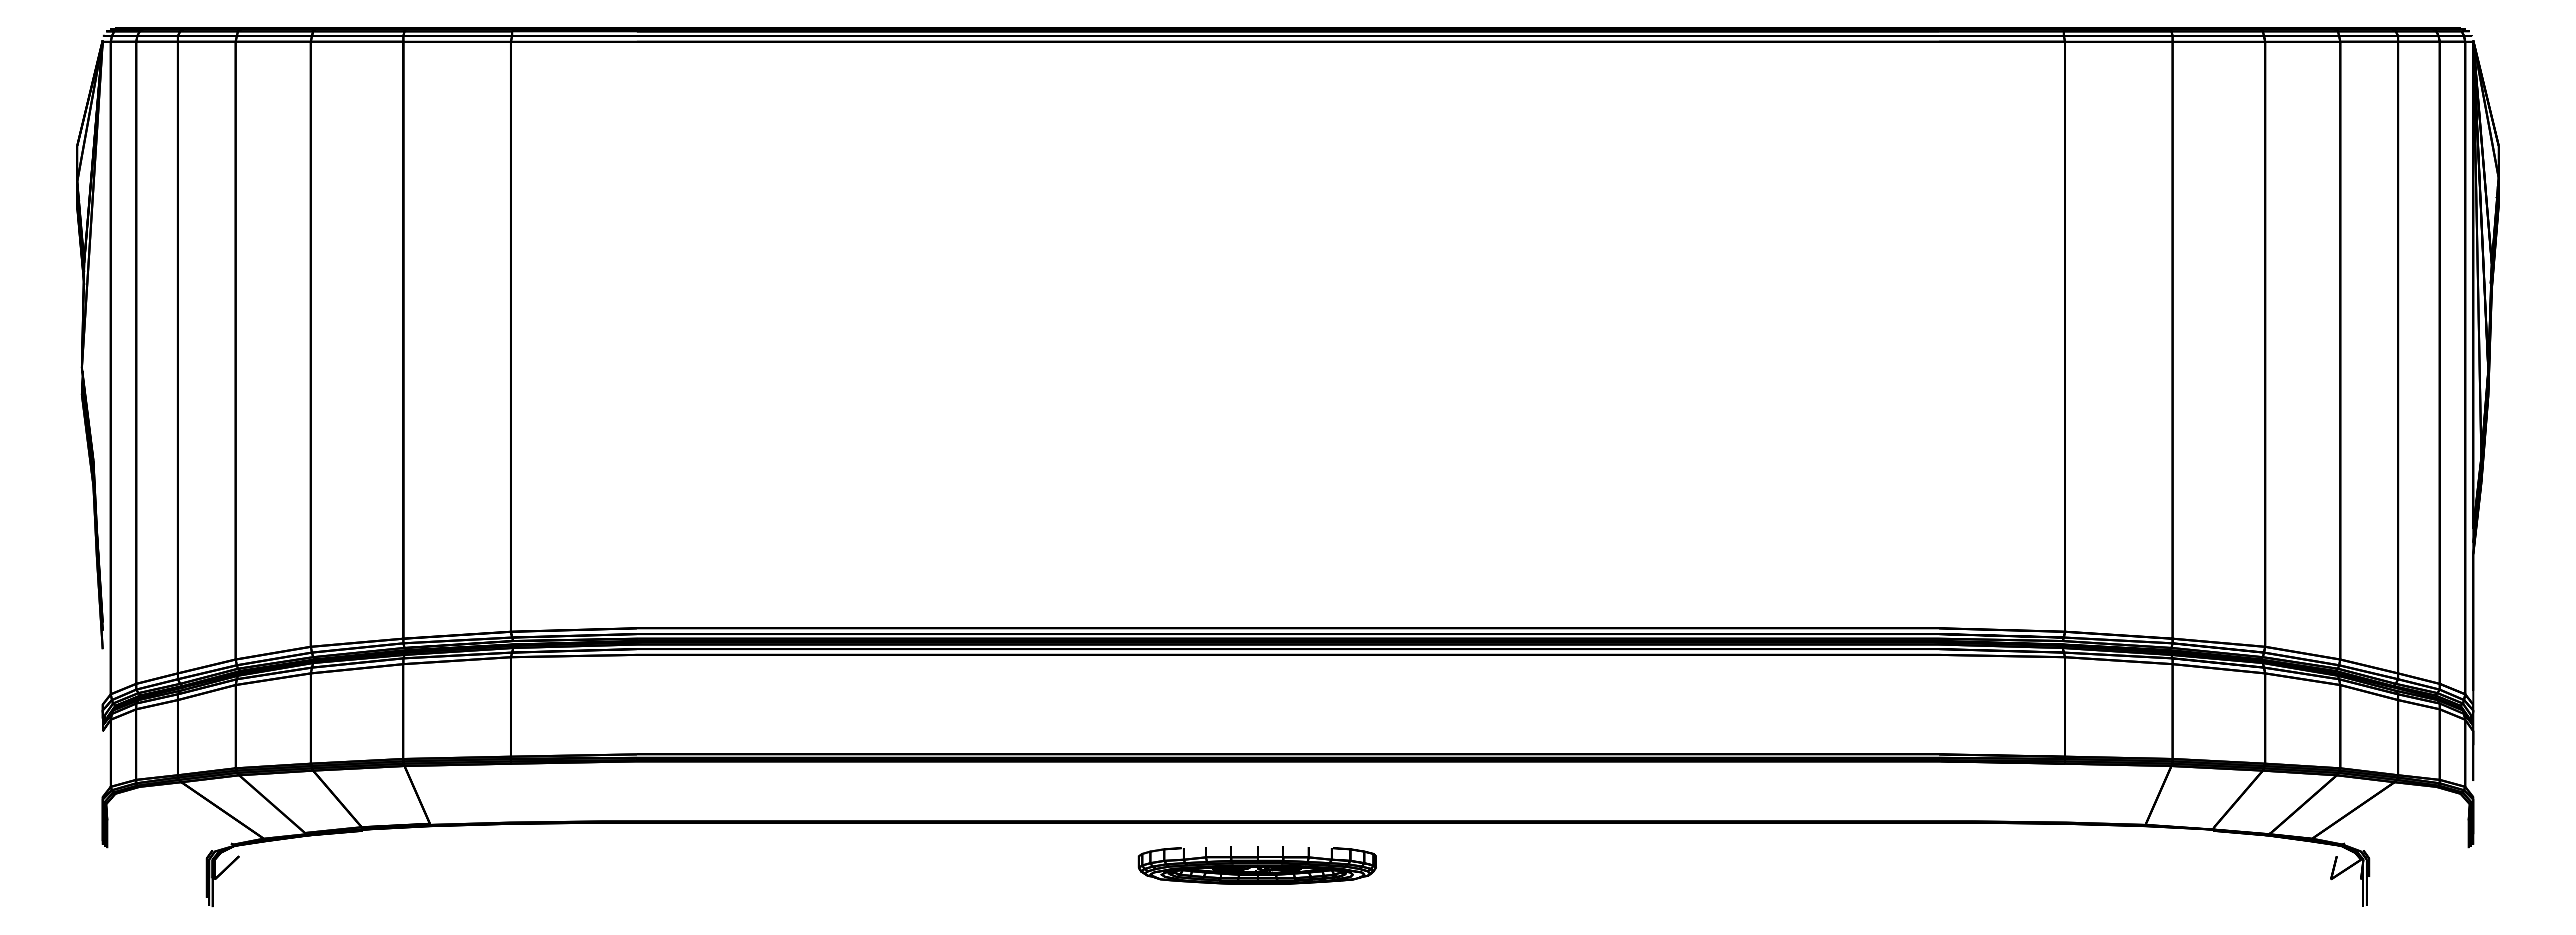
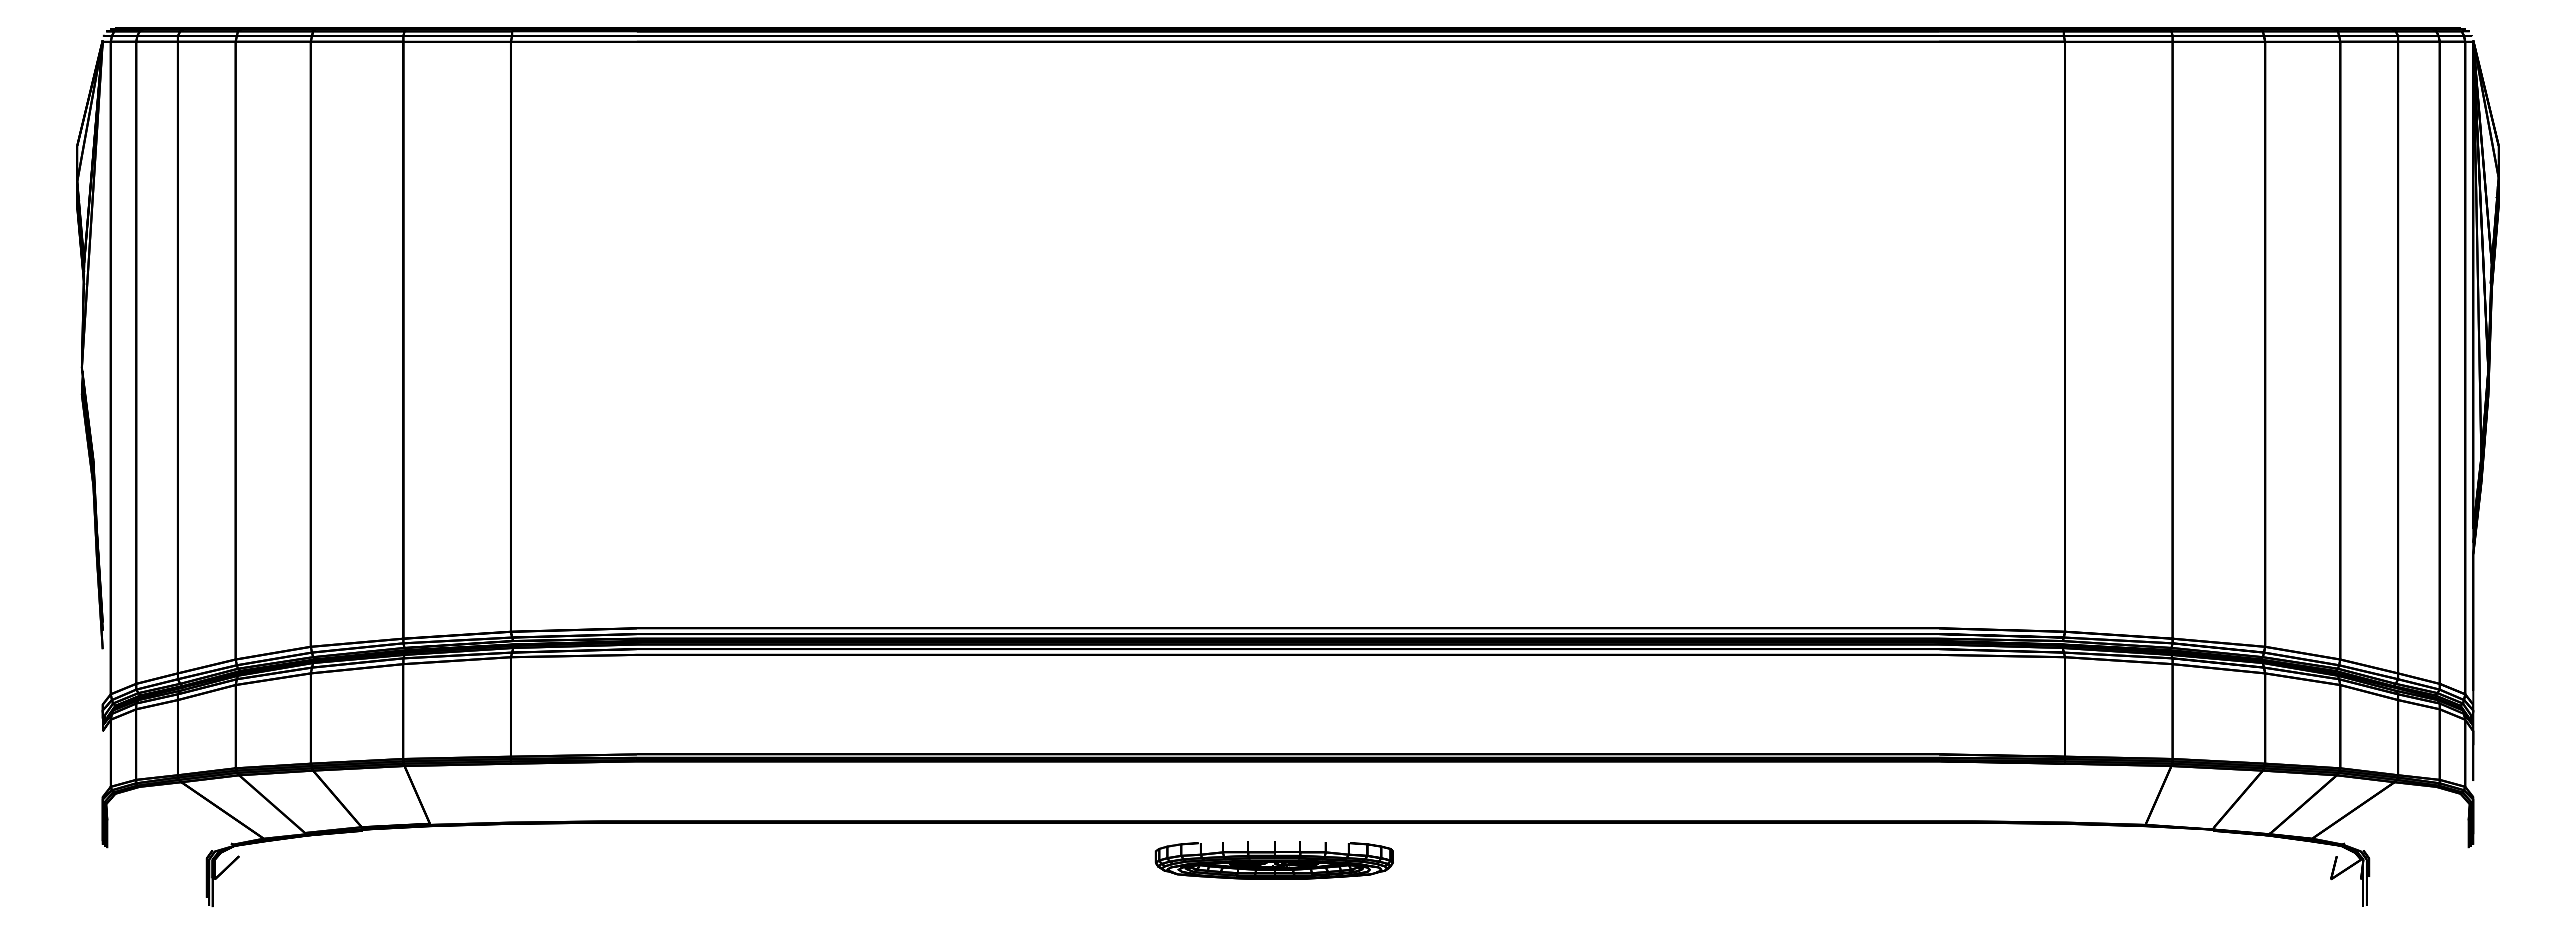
part at (1256, 865) position: (1256, 865) -> (1273, 860)
